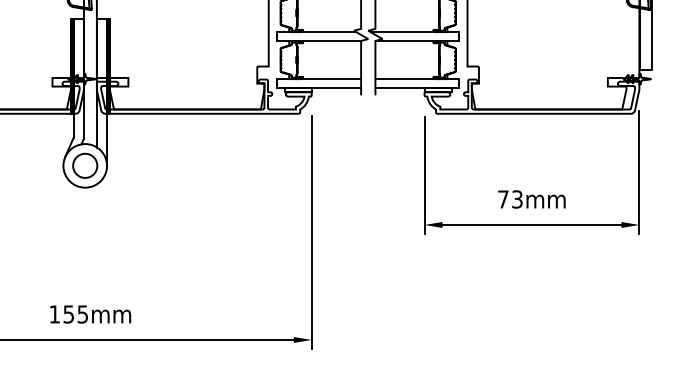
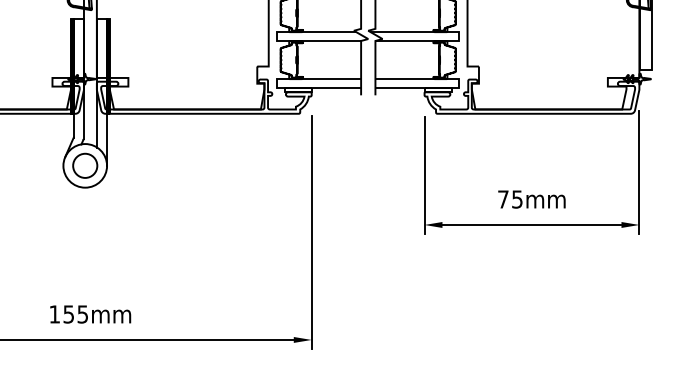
text at (517, 198): 73mm -> 75mm
